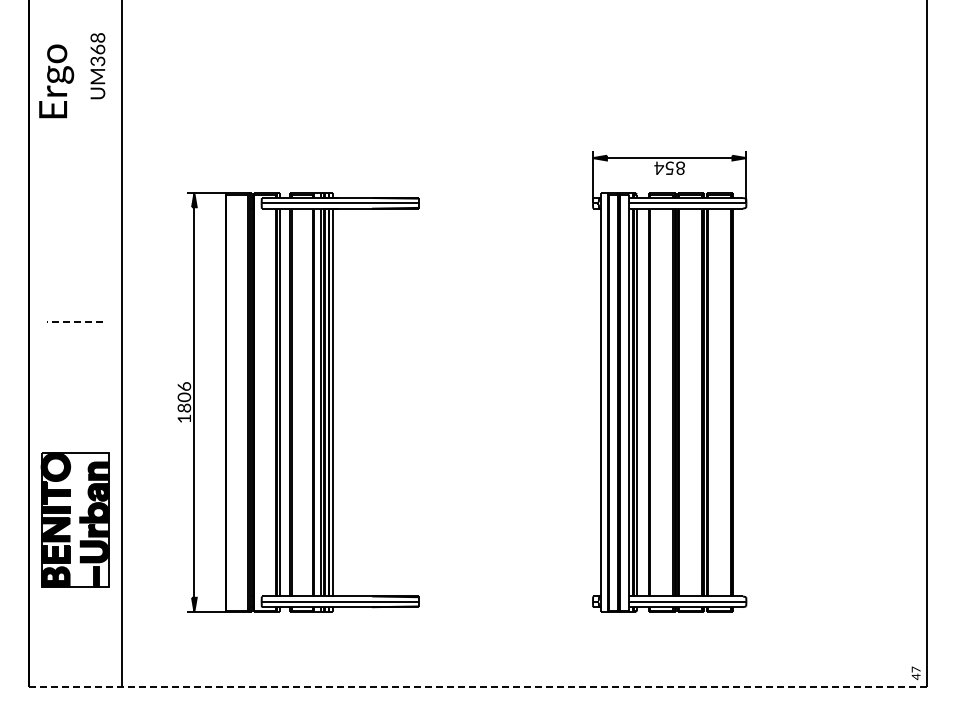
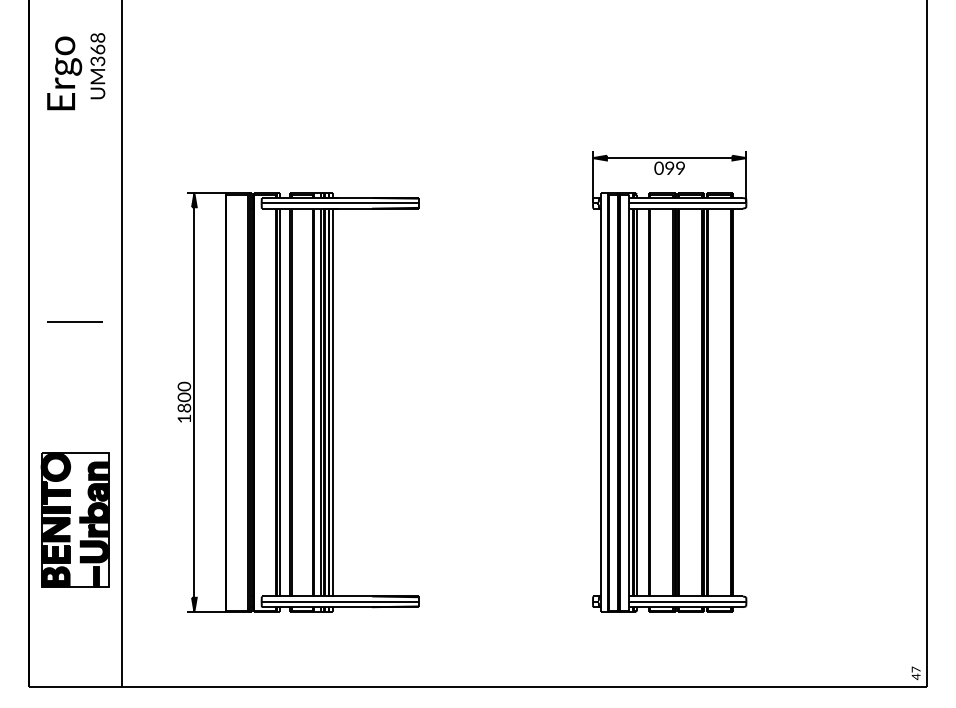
text at (56, 81) position: (56, 81) -> (64, 73)
text at (669, 167): 854 -> 660
line at (75, 321): dashed -> solid
text at (183, 386): 1806 -> 1800
line at (477, 686): dashed -> solid
